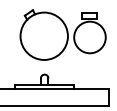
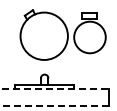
line at (55, 89): solid -> dashed
line at (54, 106): solid -> dashed
